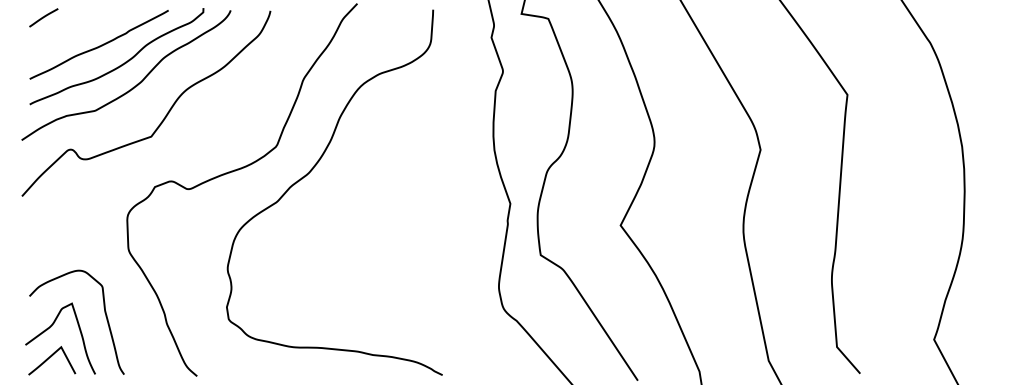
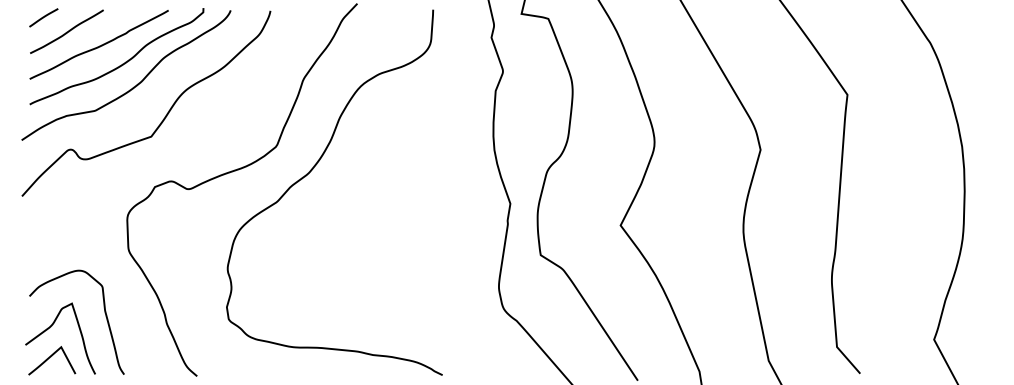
curve at (66, 31): none -> present
